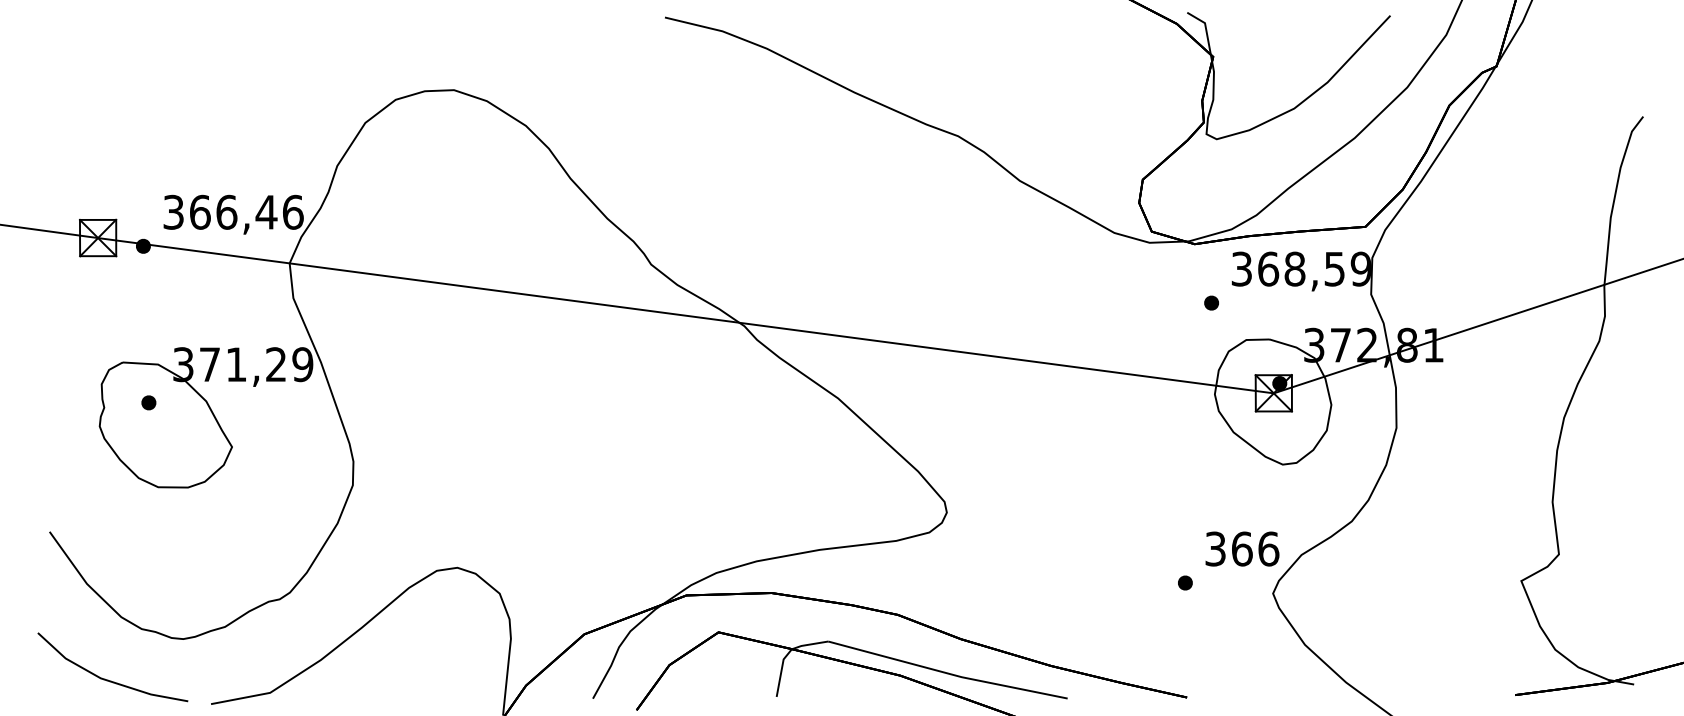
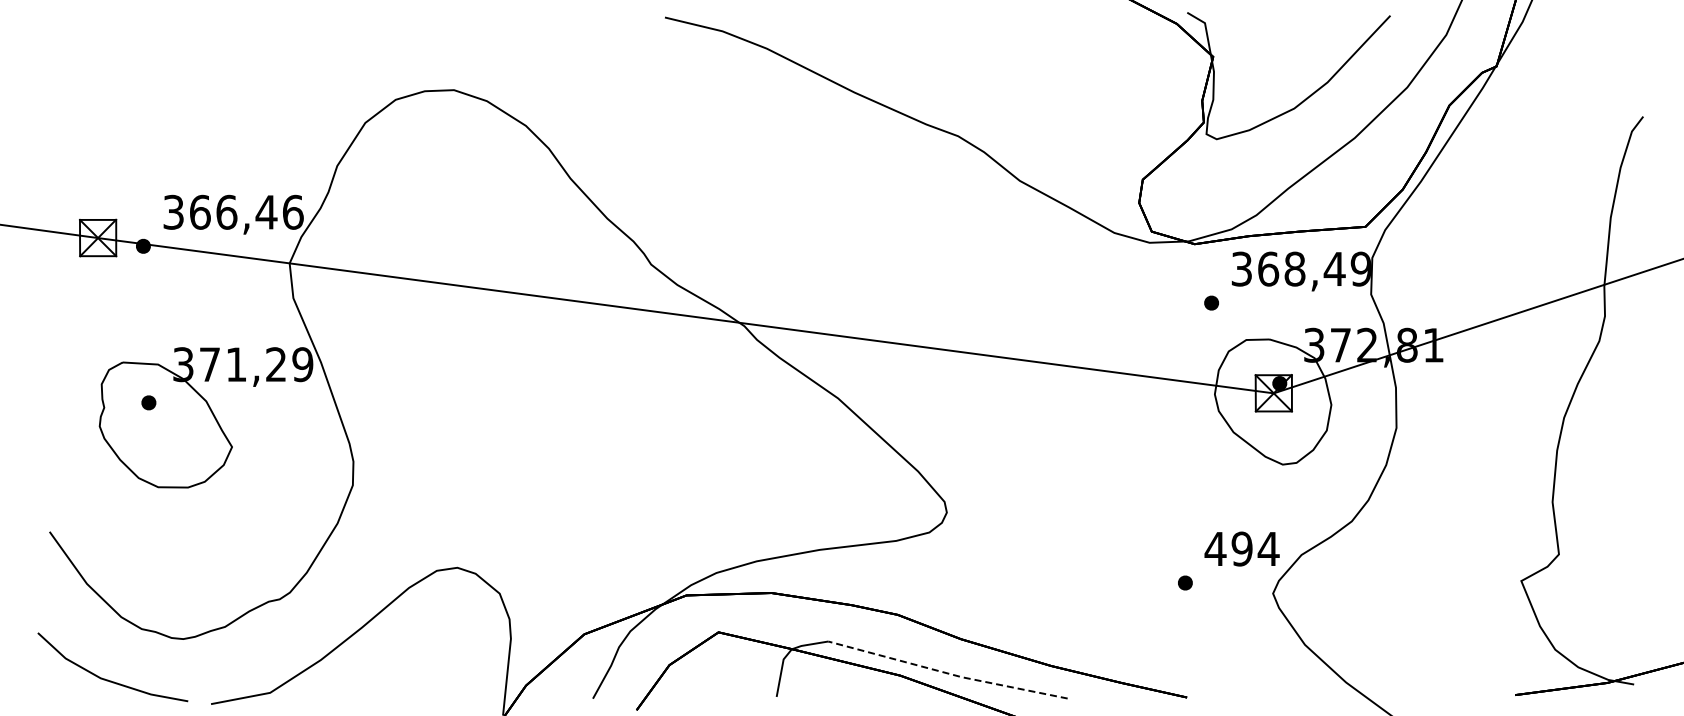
text at (1334, 269): 368,59 -> 368,49
text at (1241, 548): 366 -> 494
line at (947, 673): solid -> dashed
